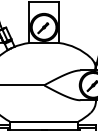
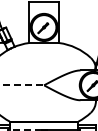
line at (22, 85): solid -> dashed
line at (24, 130): solid -> dashed
